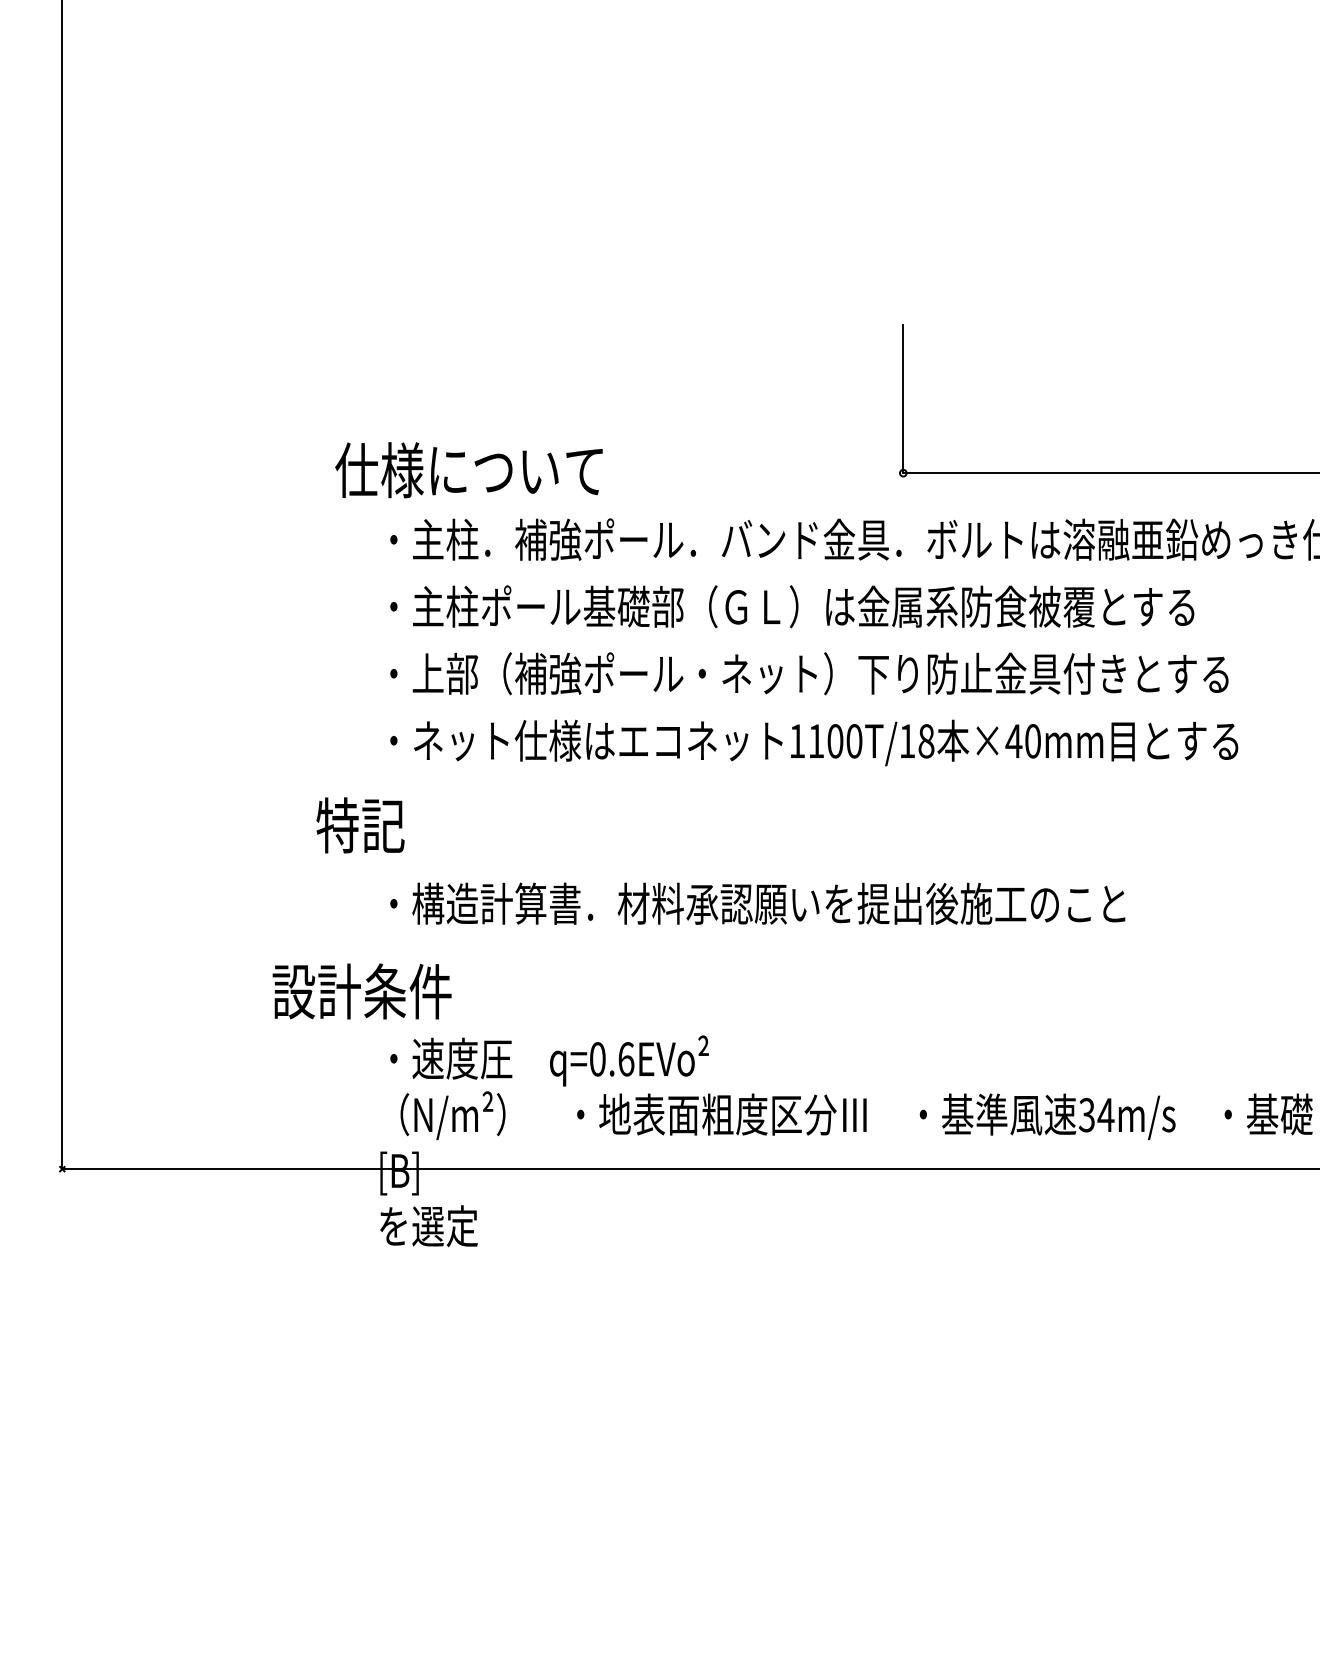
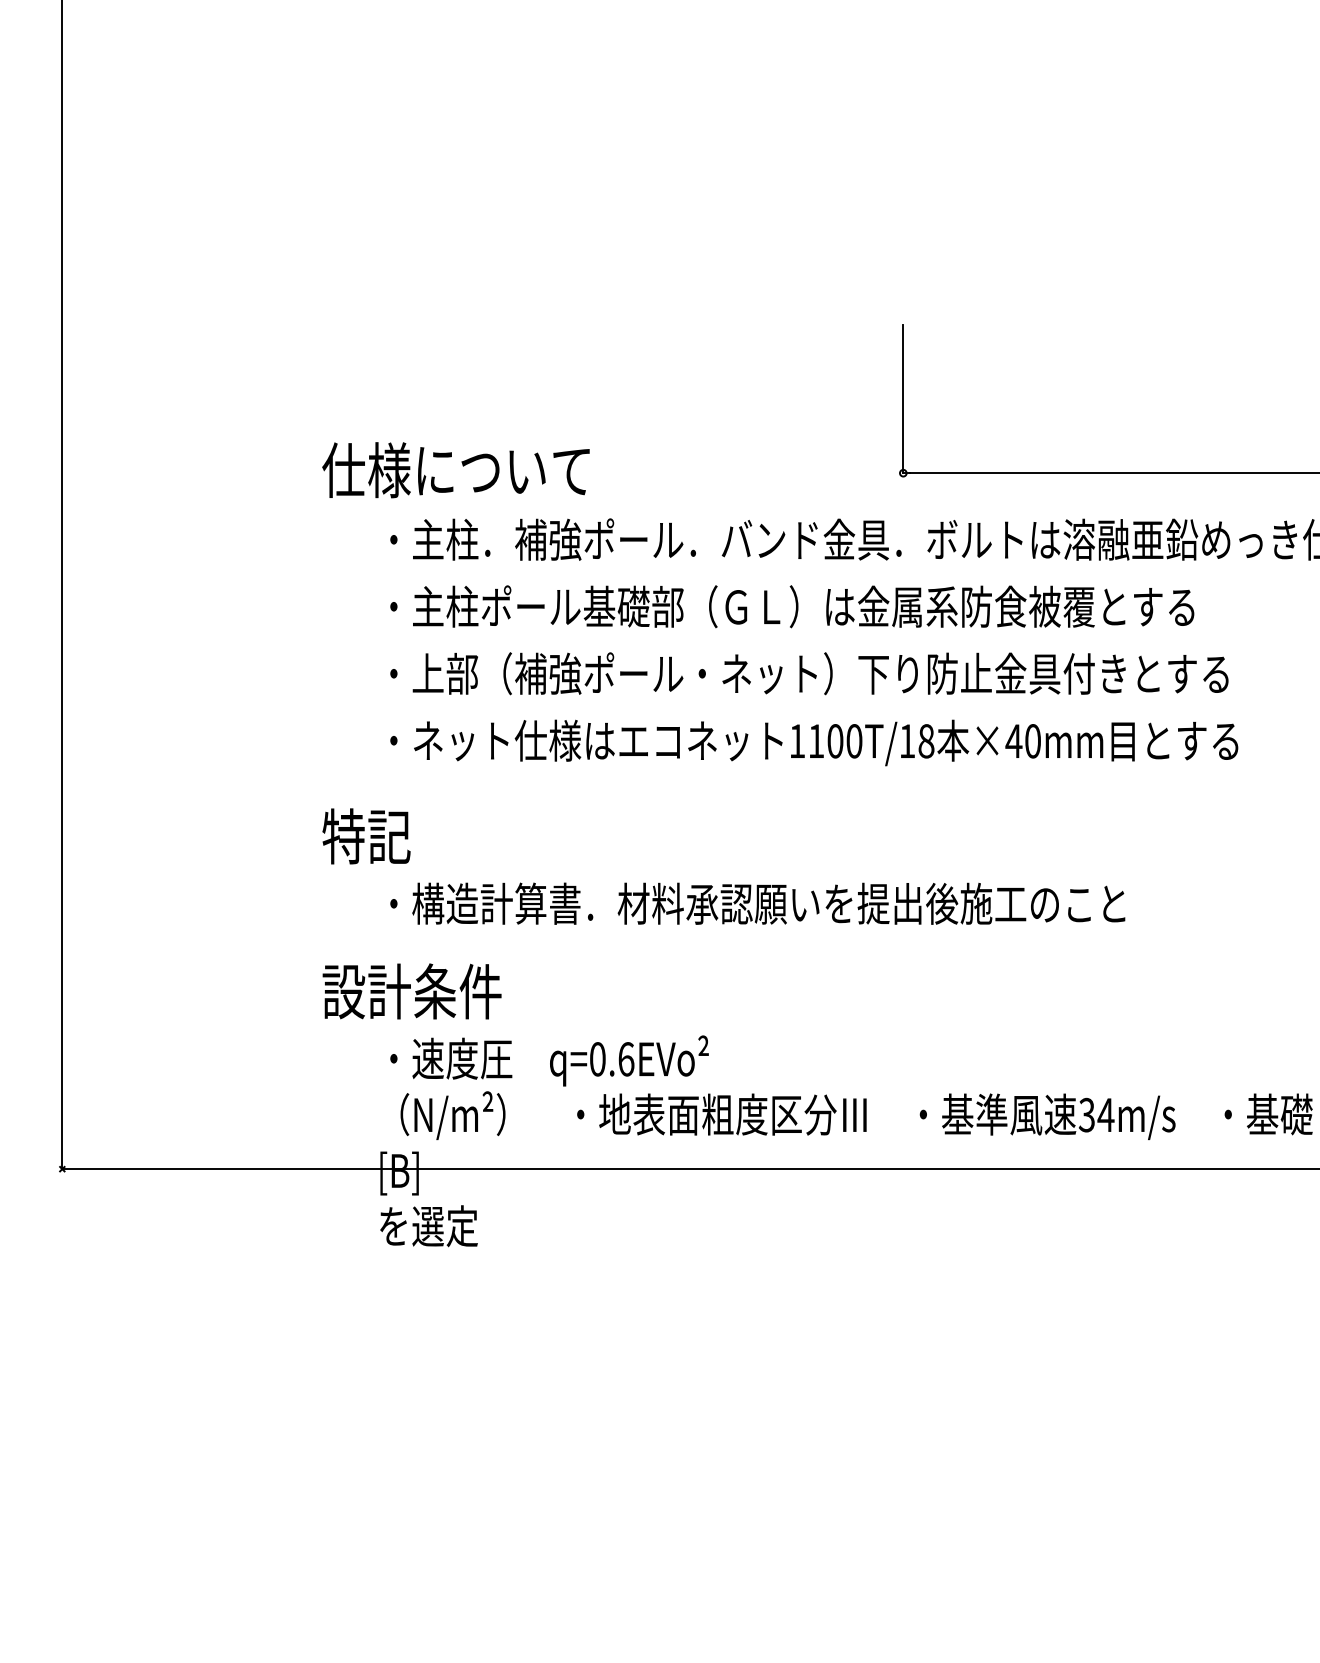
text at (468, 470) position: (468, 470) -> (455, 470)
text at (360, 825) position: (360, 825) -> (366, 836)
text at (361, 991) position: (361, 991) -> (411, 991)
